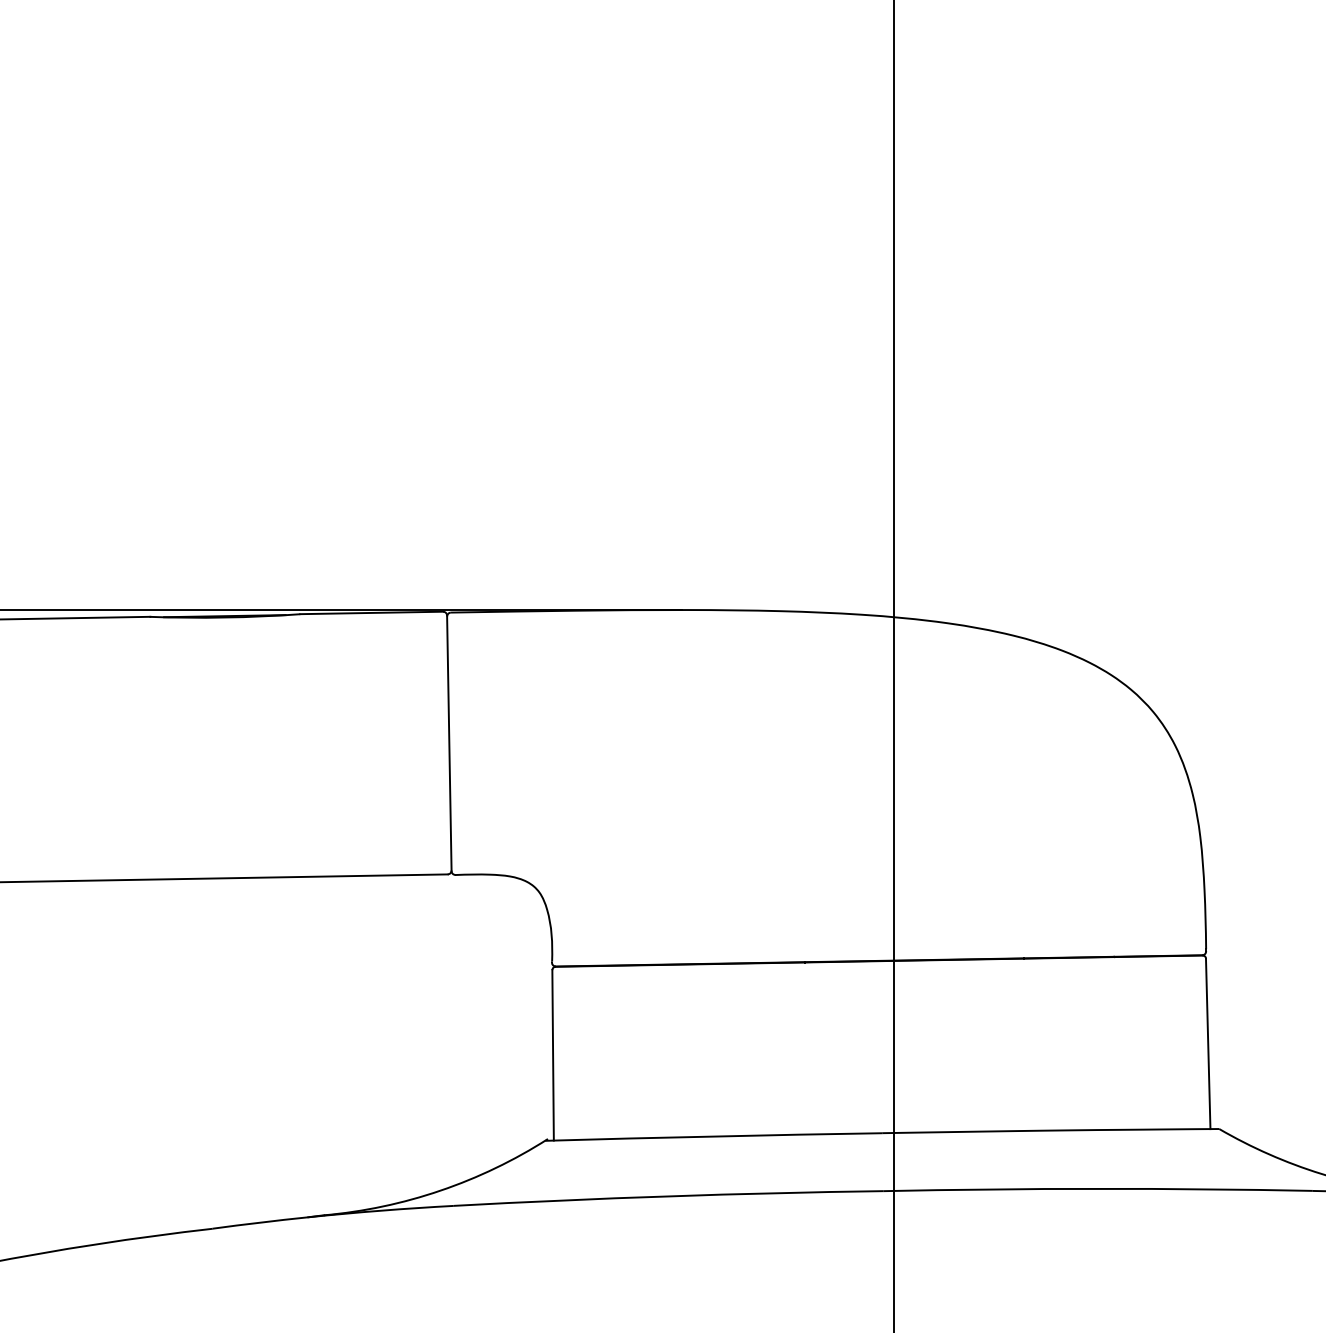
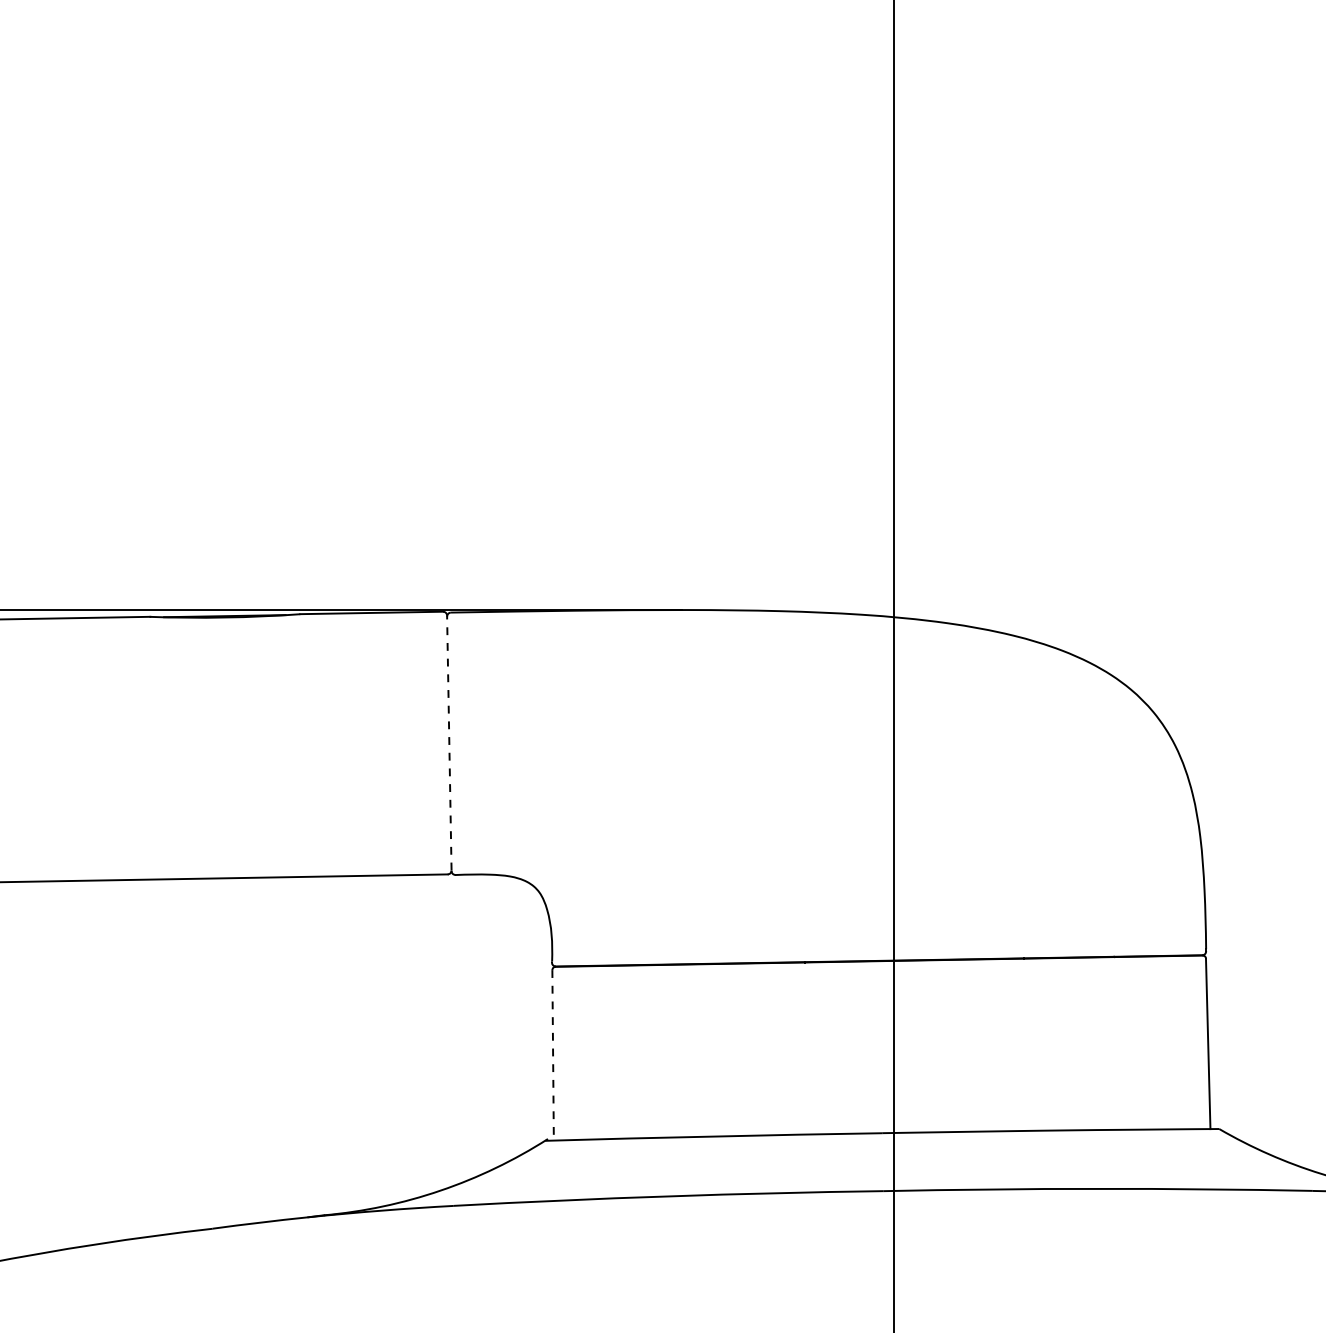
line at (449, 742): solid -> dashed
line at (553, 1055): solid -> dashed
